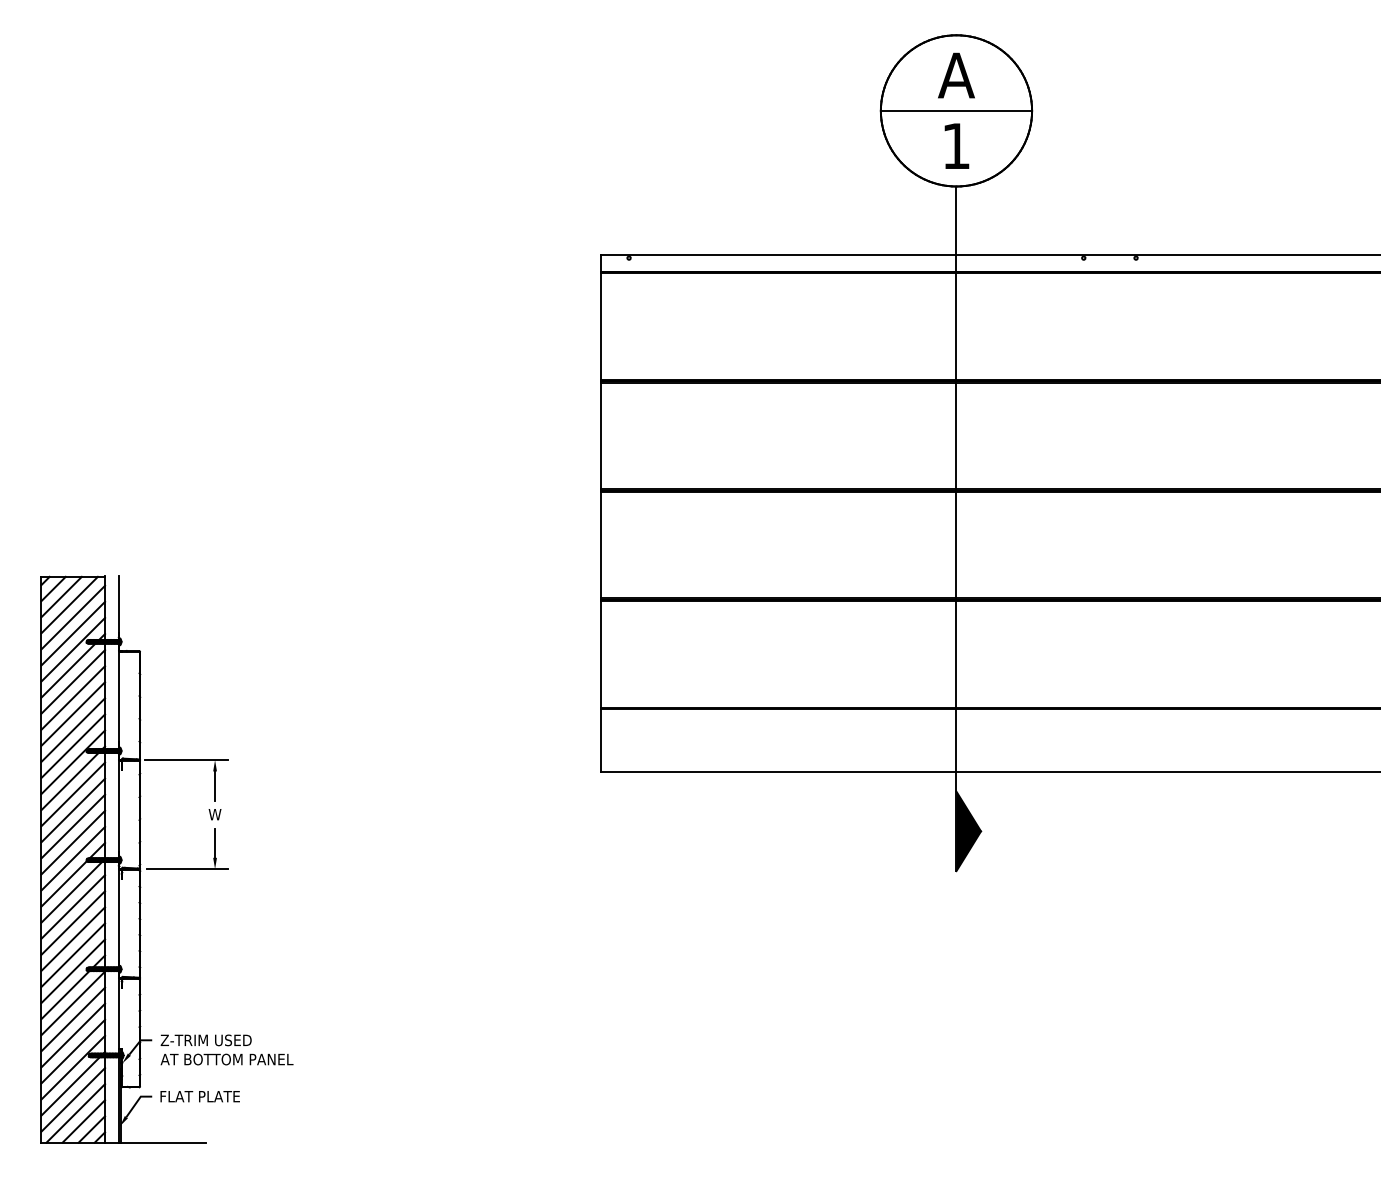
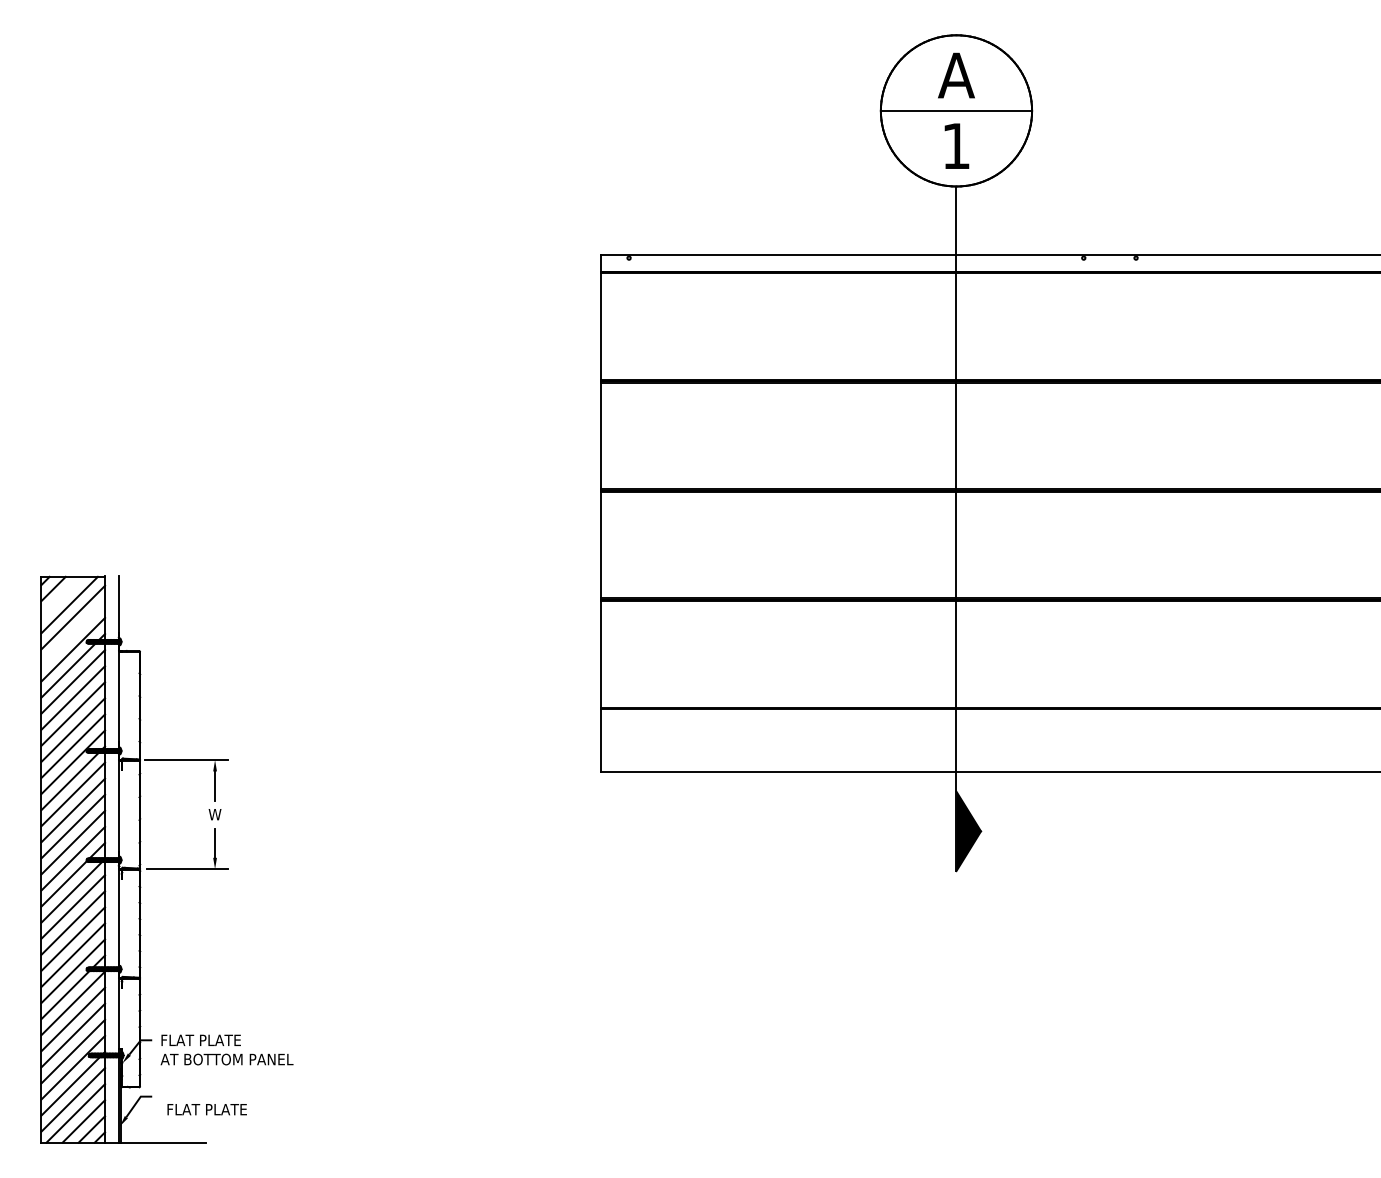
line at (61, 596): present -> none
line at (73, 633): present -> none
text at (205, 1040): Z-TRIM USED -> FLAT PLATE
text at (199, 1096) position: (199, 1096) -> (206, 1109)
